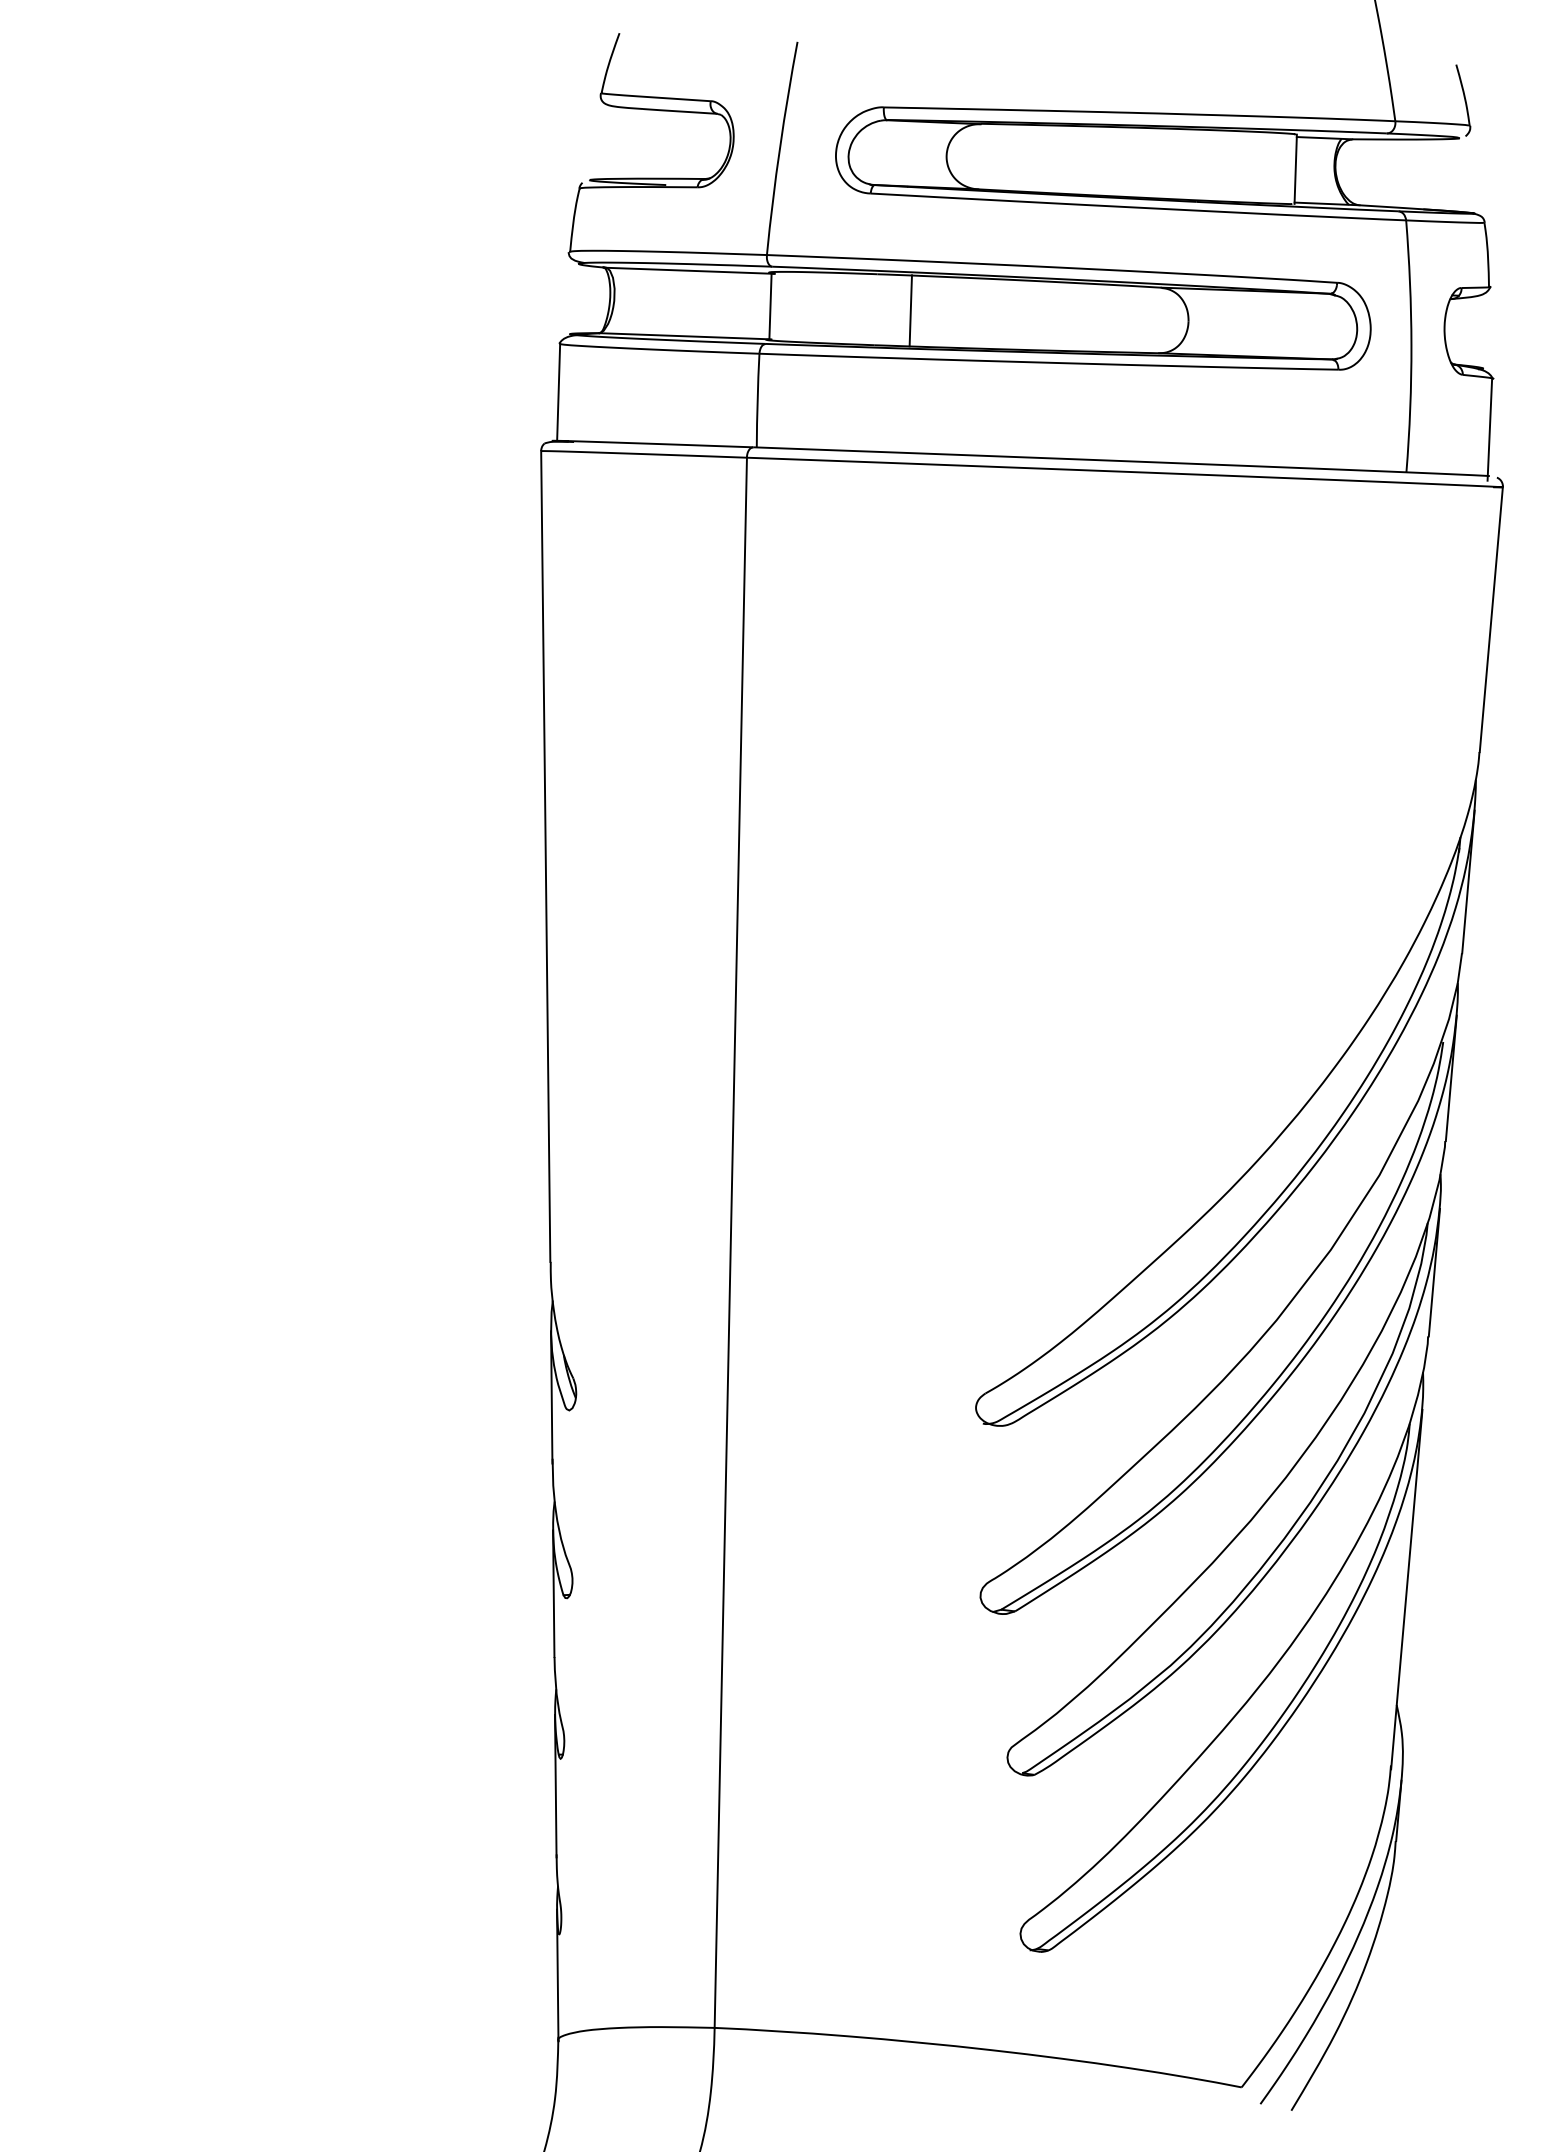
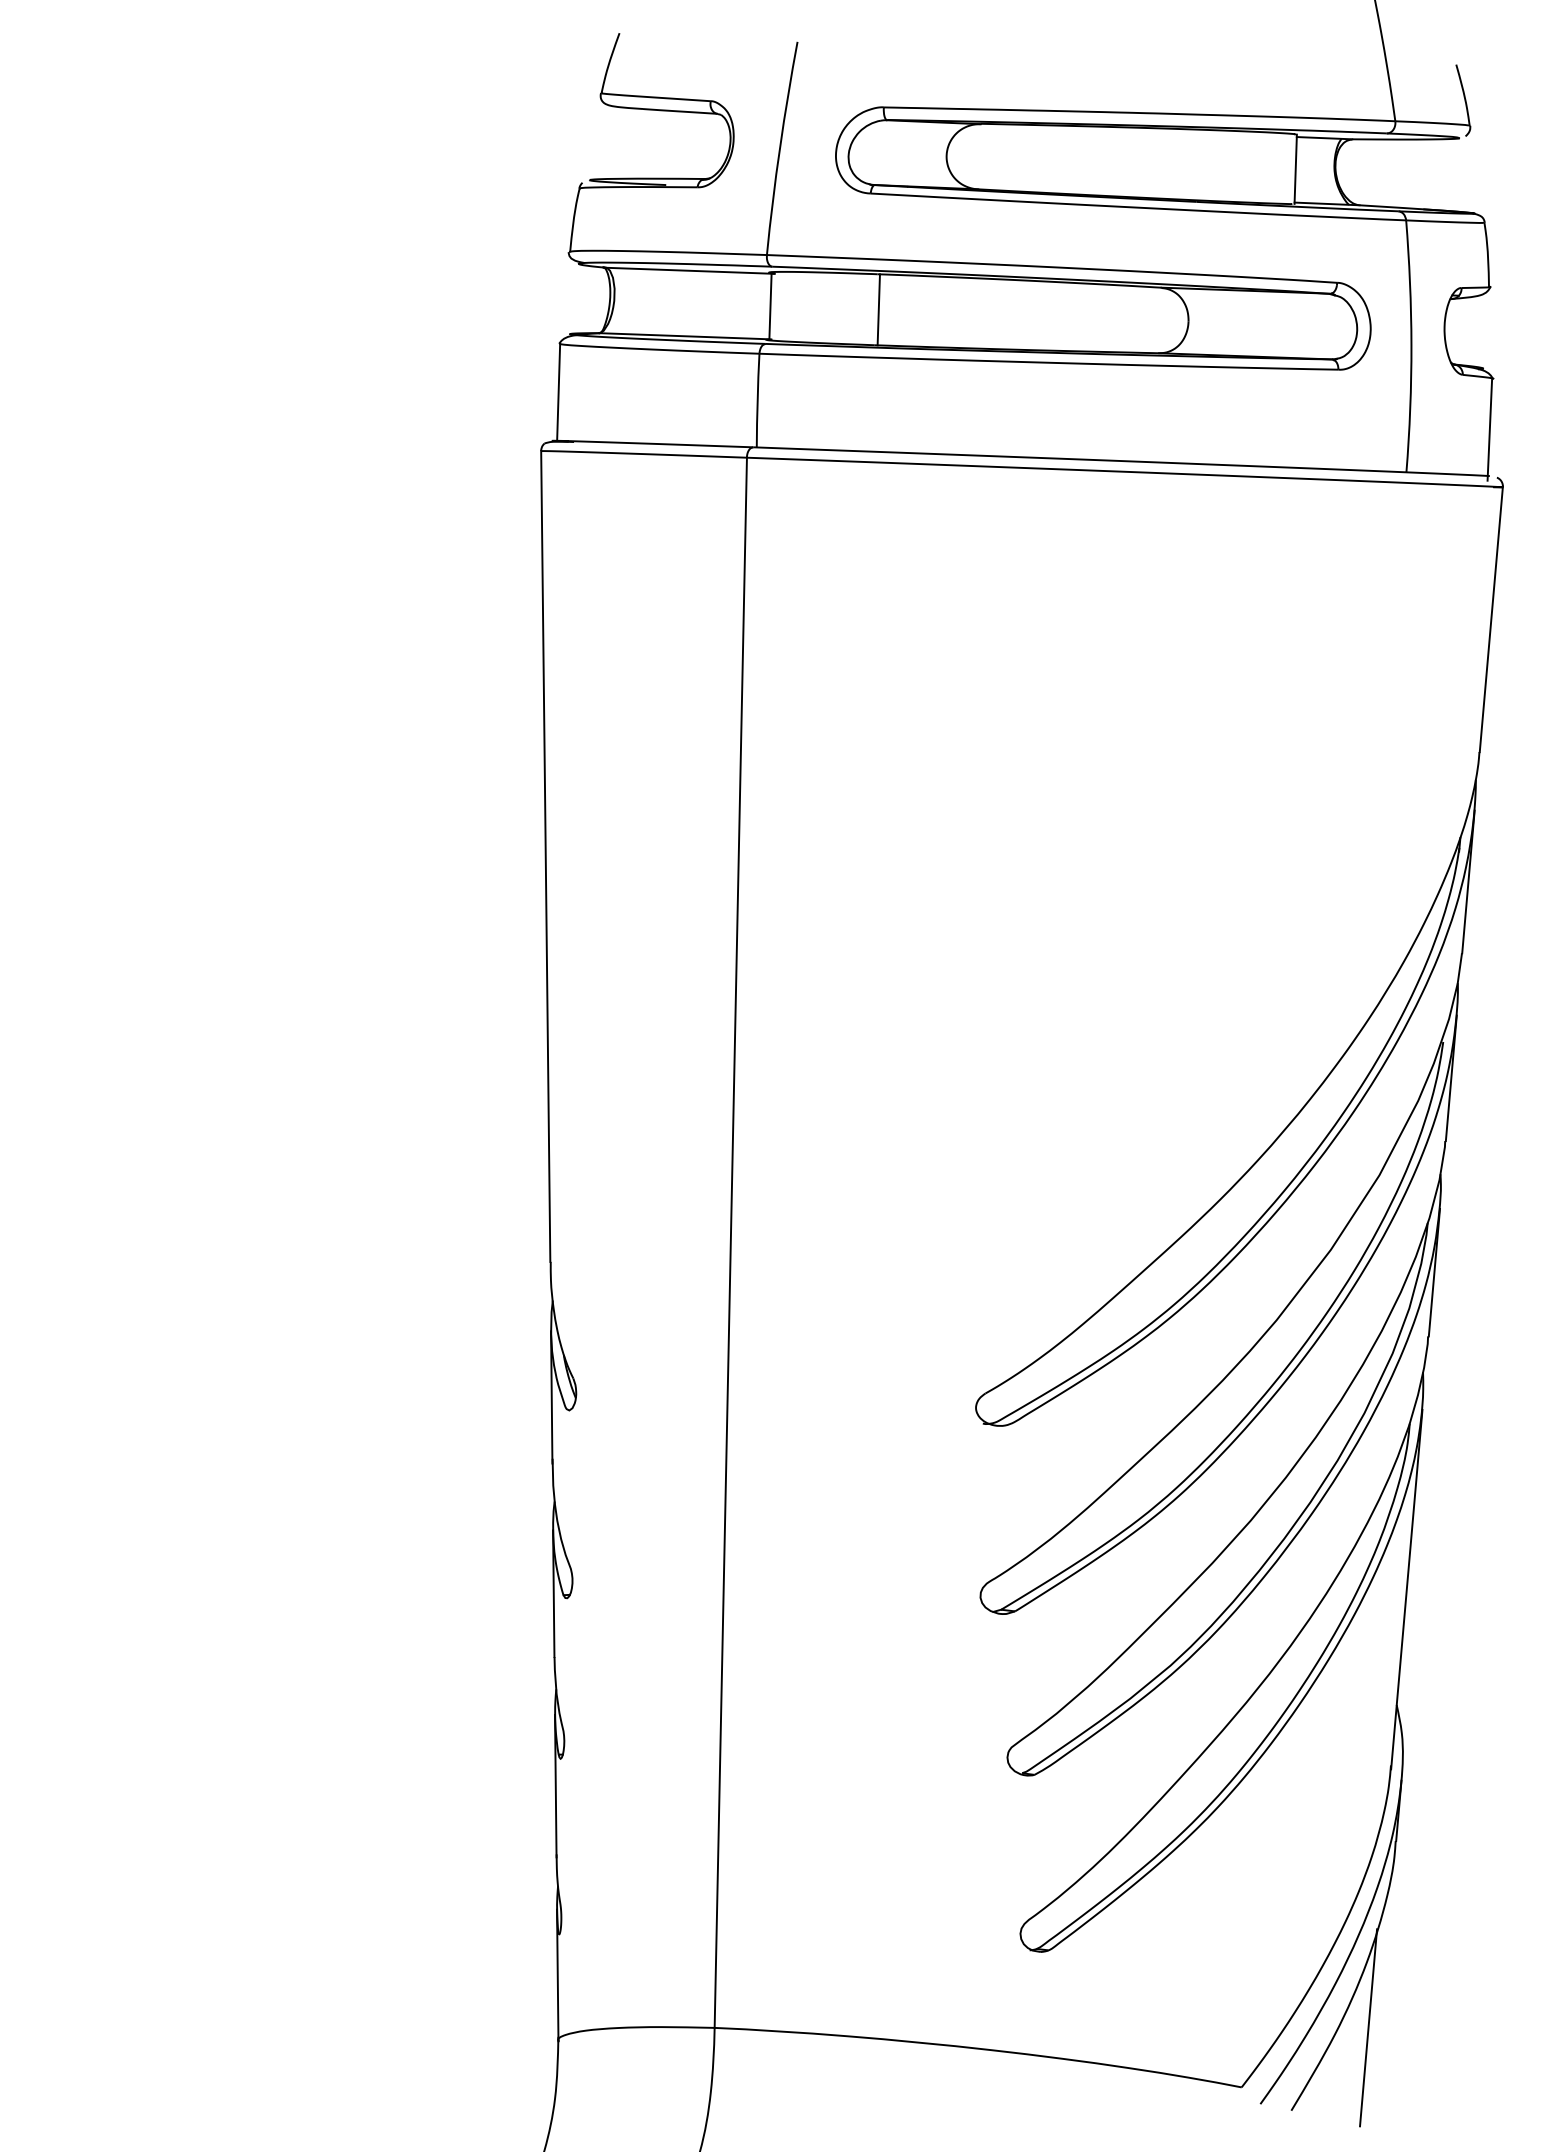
line at (910, 310) position: (910, 310) -> (878, 309)
line at (1368, 2027): none -> present
